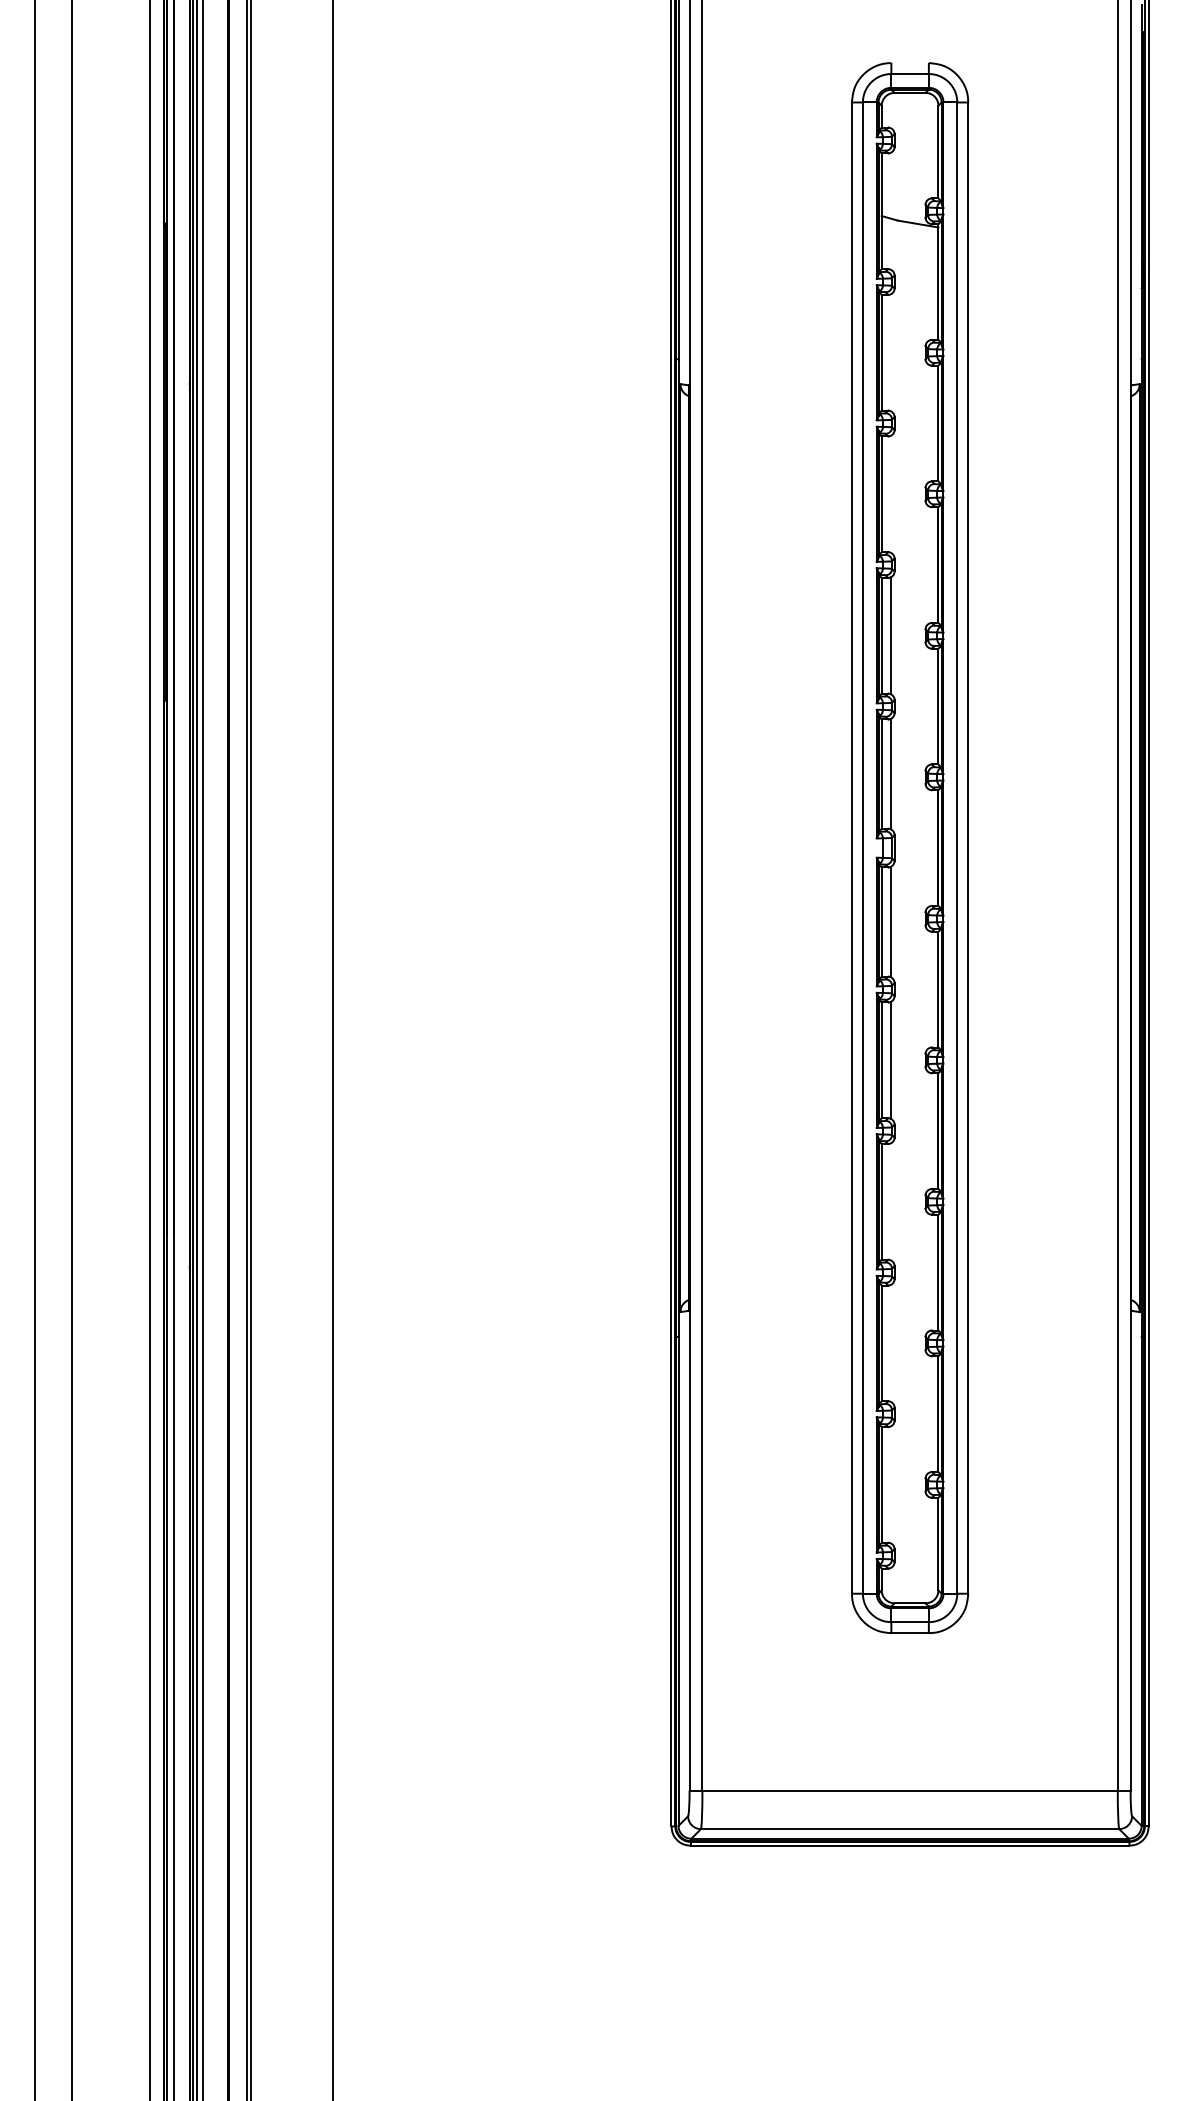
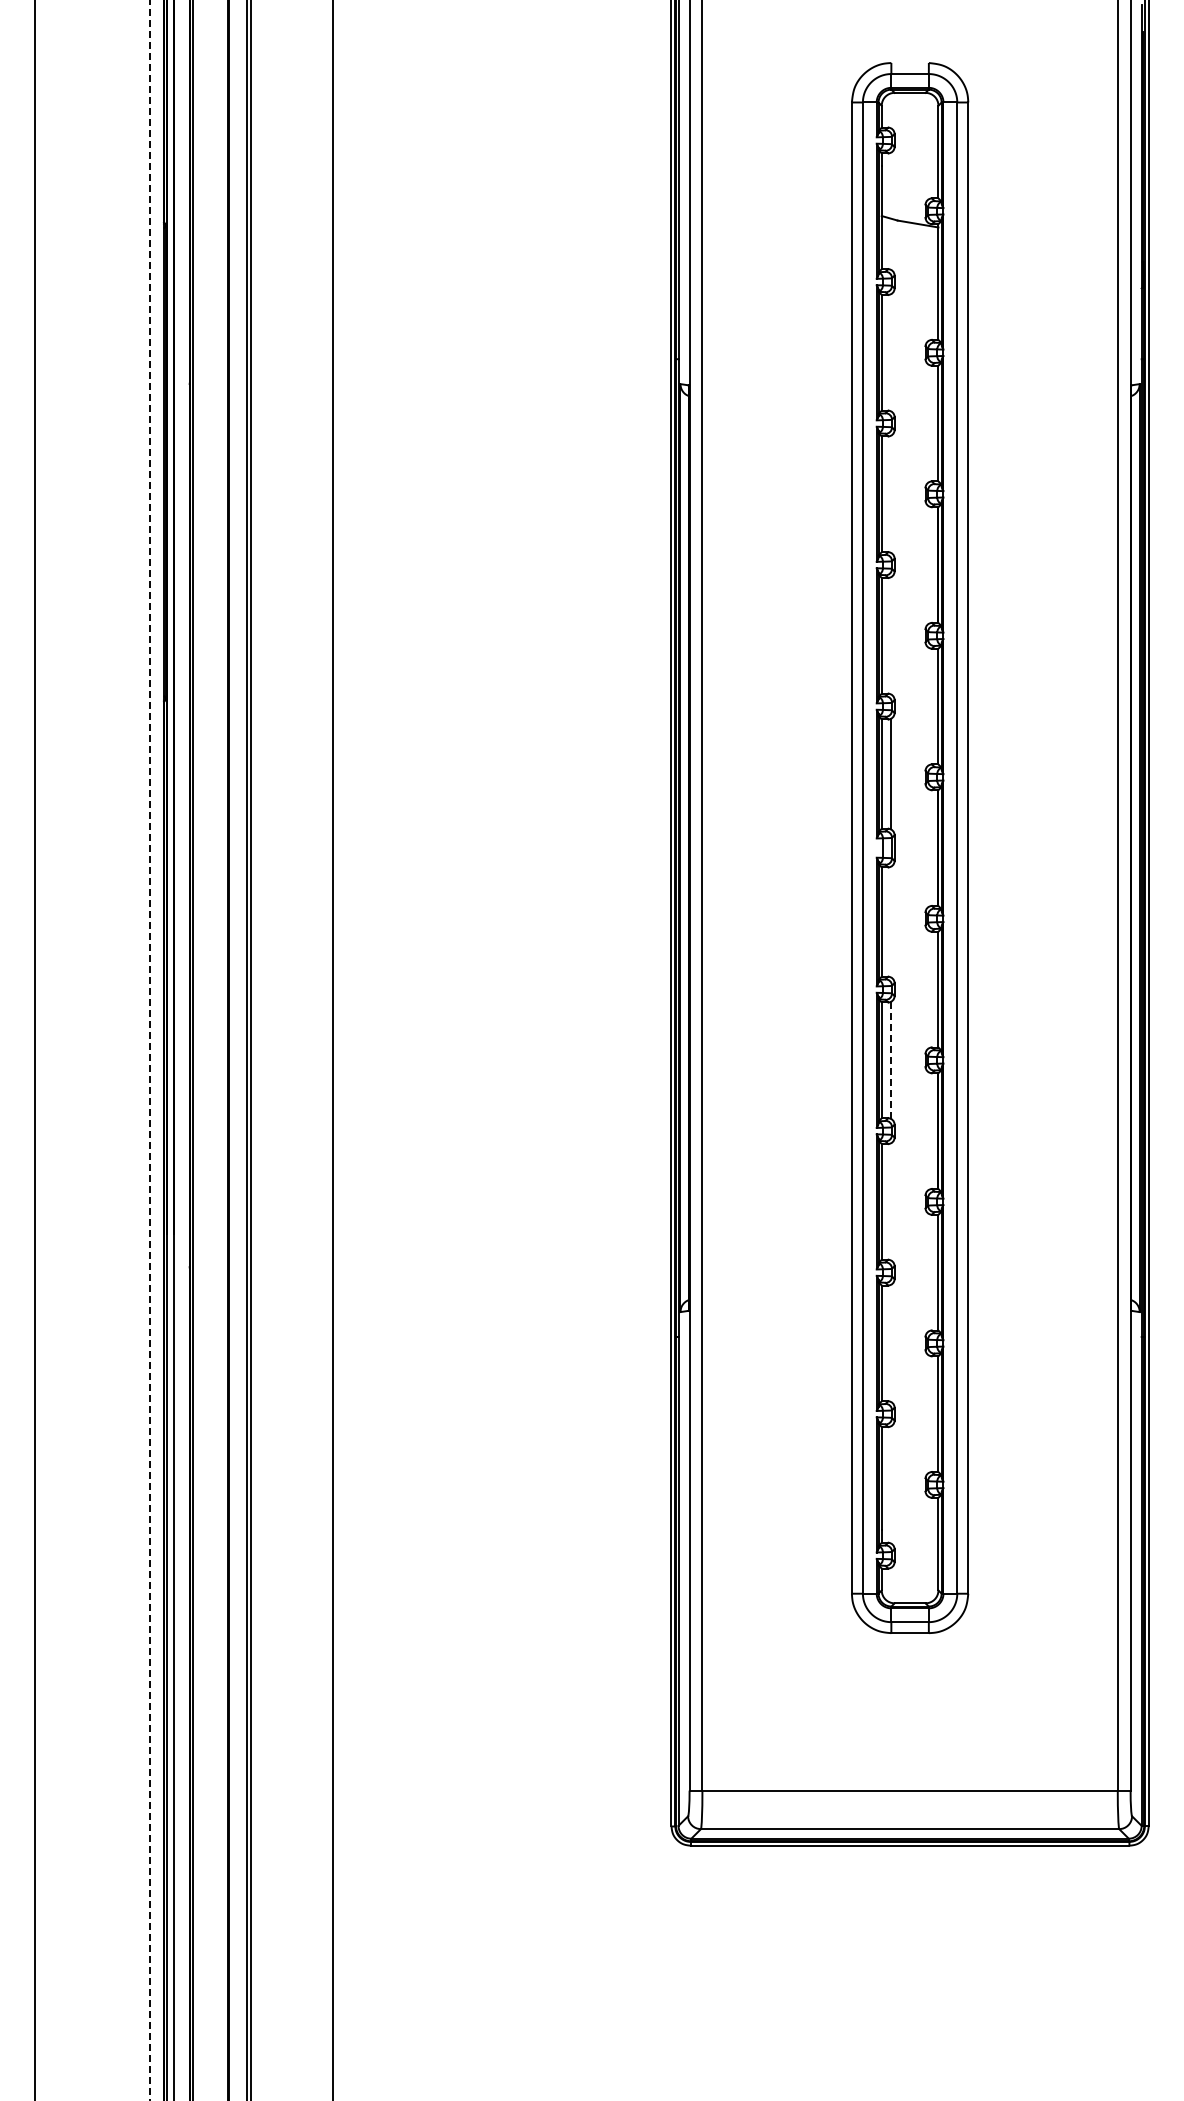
line at (890, 635): present -> none
line at (890, 921): present -> none
line at (71, 1049): present -> none
line at (197, 1049): present -> none
line at (202, 1049): present -> none
line at (150, 1050): solid -> dashed
line at (890, 1059): solid -> dashed
